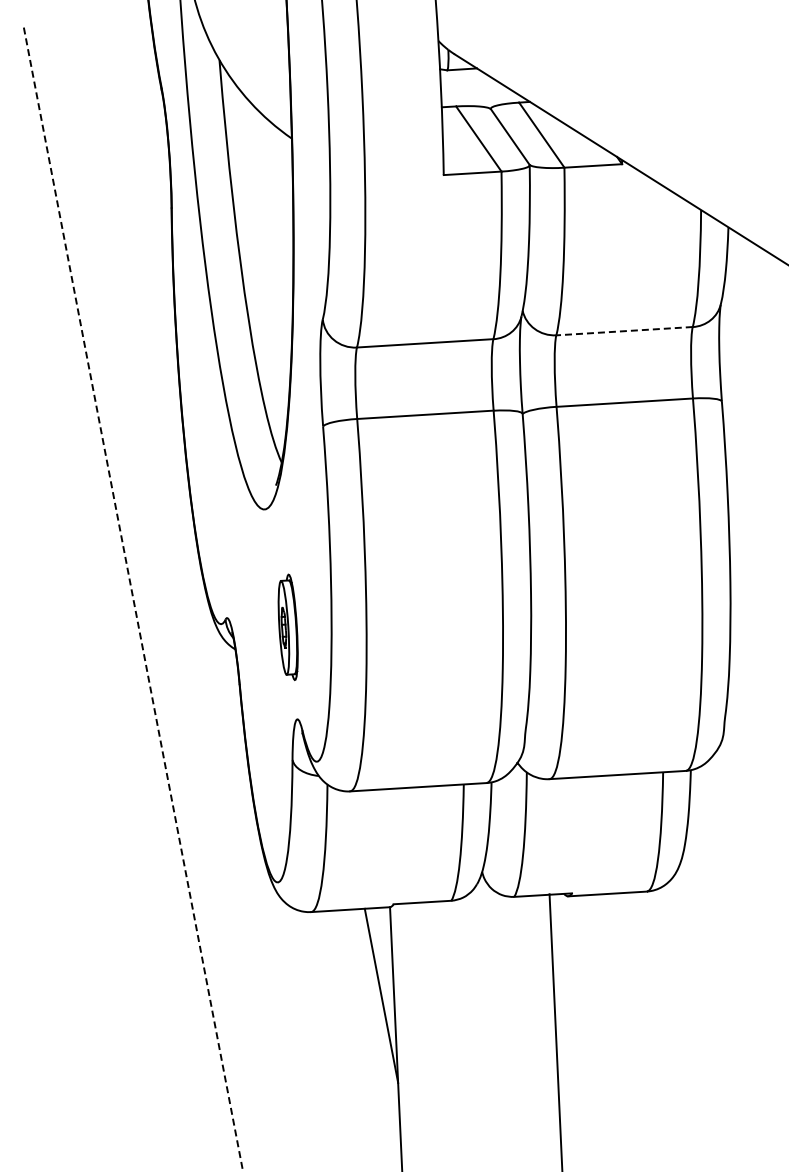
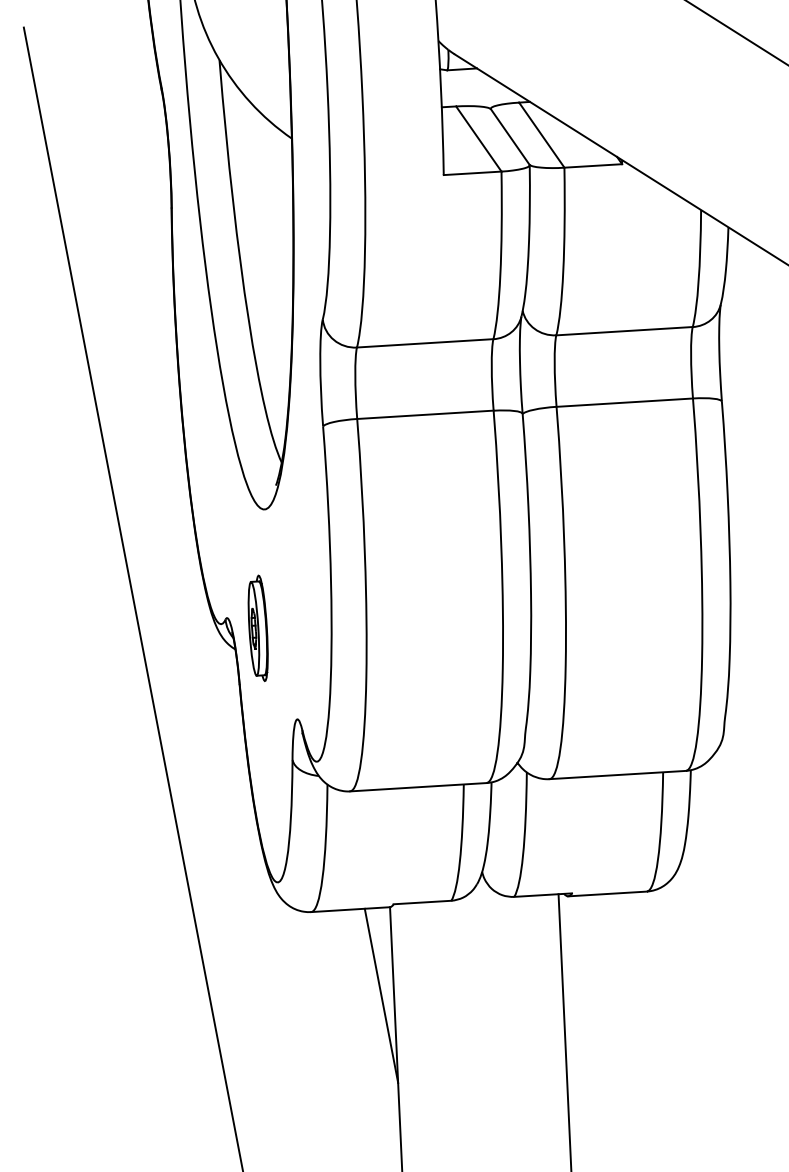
line at (736, 32): none -> present
line at (624, 331): dashed -> solid
line at (133, 599): dashed -> solid
part at (287, 626) position: (287, 626) -> (257, 627)
line at (555, 1031) position: (555, 1031) -> (564, 1031)
